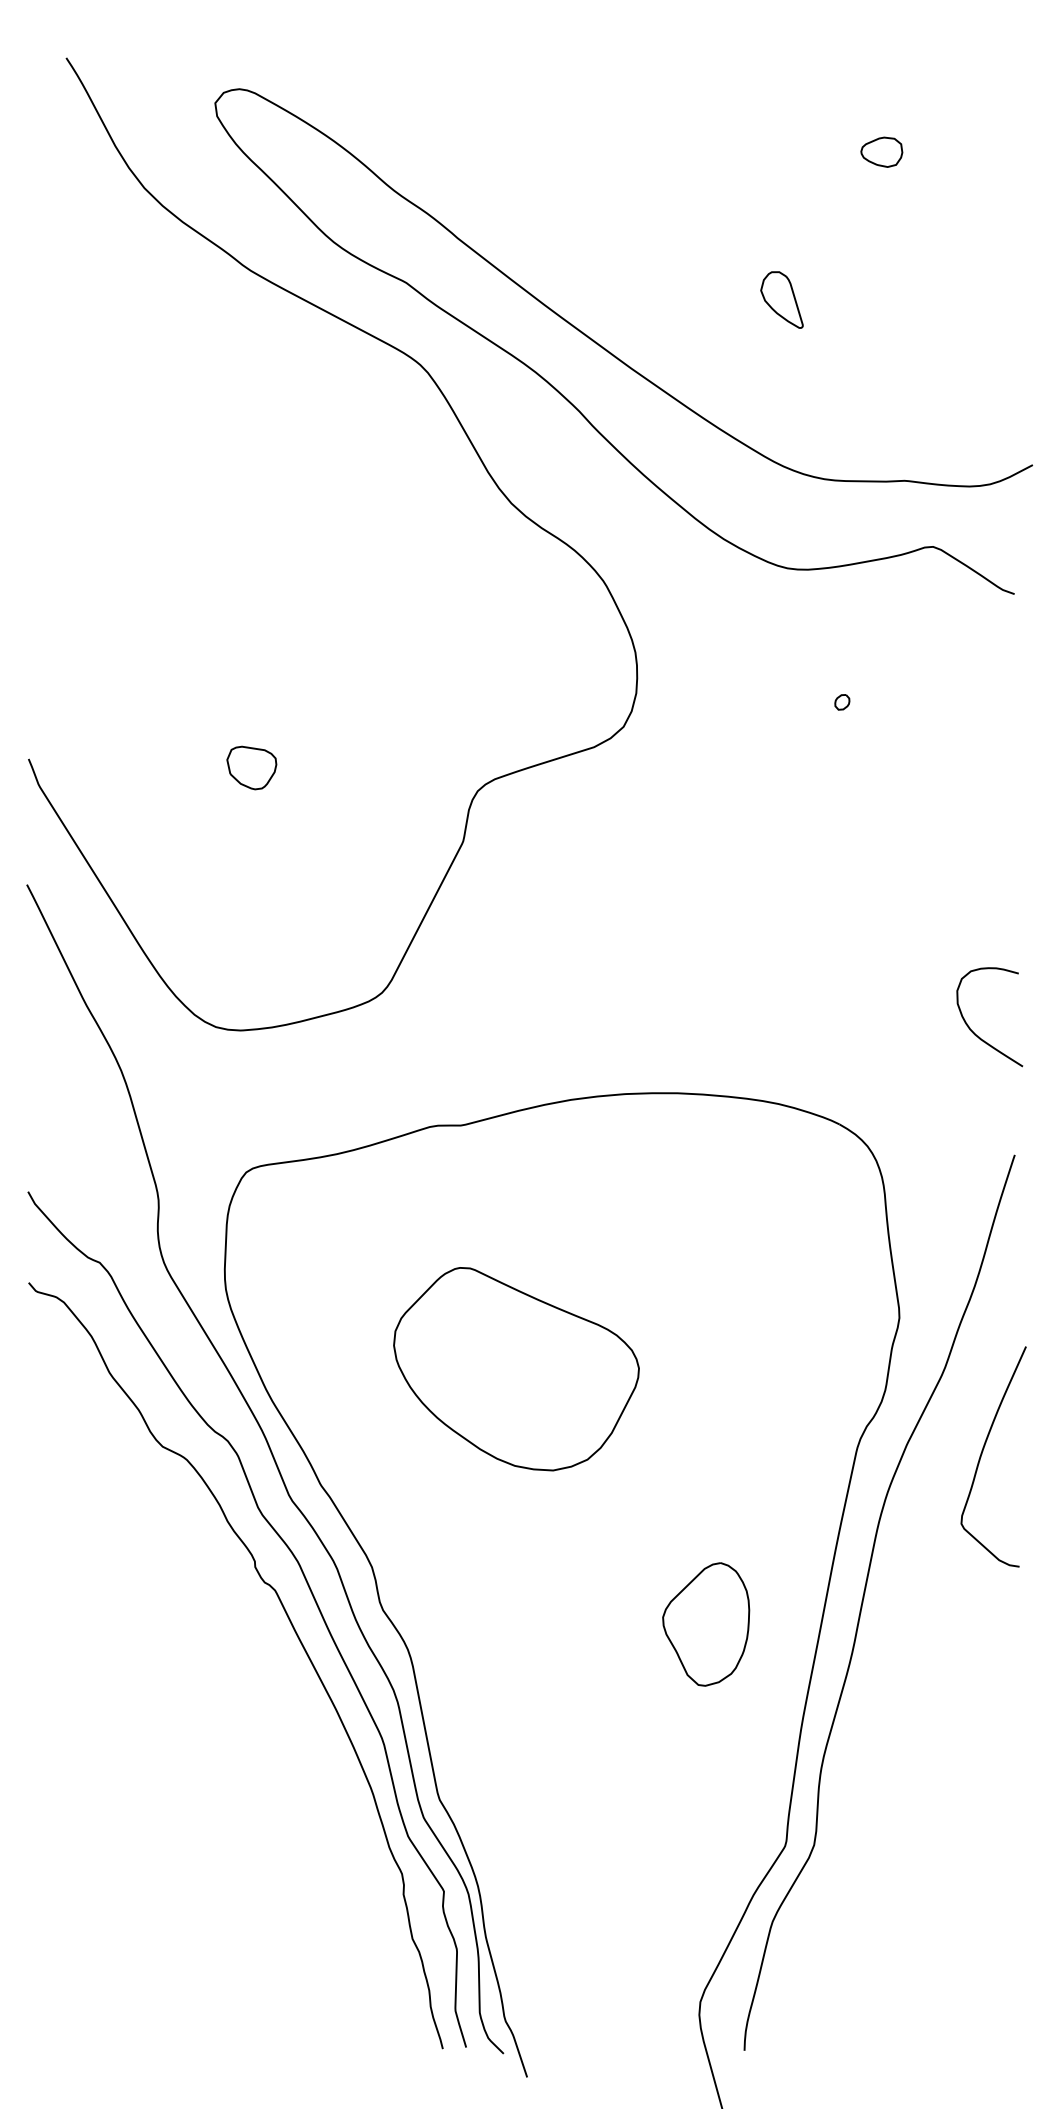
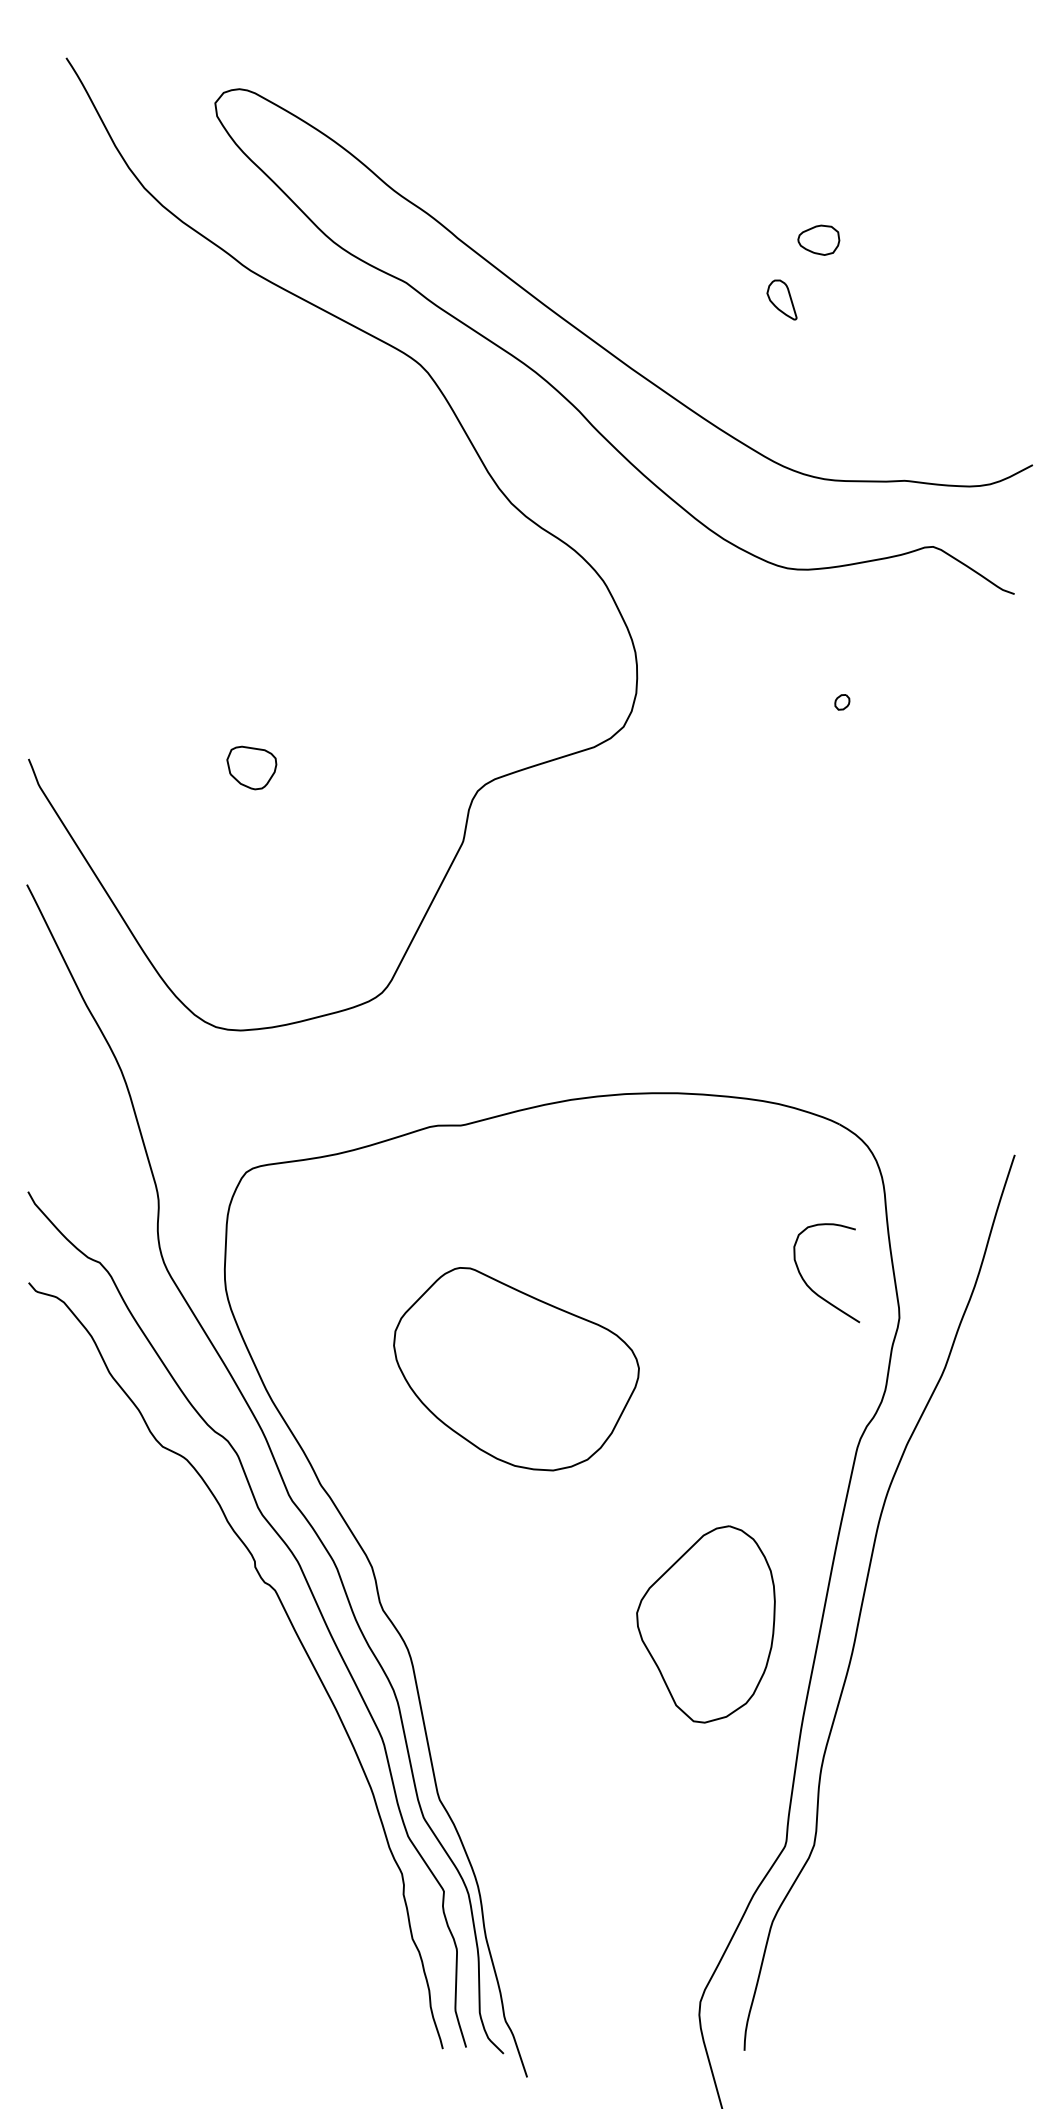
part at (881, 151) position: (881, 151) -> (818, 239)
part at (781, 299) size: 44x58 px -> 32x42 px
curve at (974, 1032) position: (974, 1032) -> (811, 1288)
curve at (983, 1451): present -> none
part at (706, 1624) size: 89x125 px -> 140x199 px
